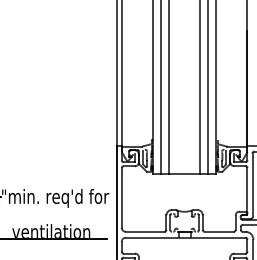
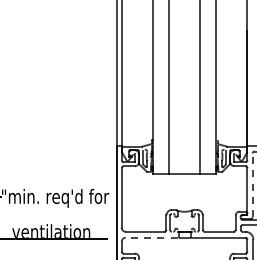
line at (160, 88): present -> none
line at (208, 88): present -> none
line at (252, 185): solid -> dashed
line at (151, 237): solid -> dashed
